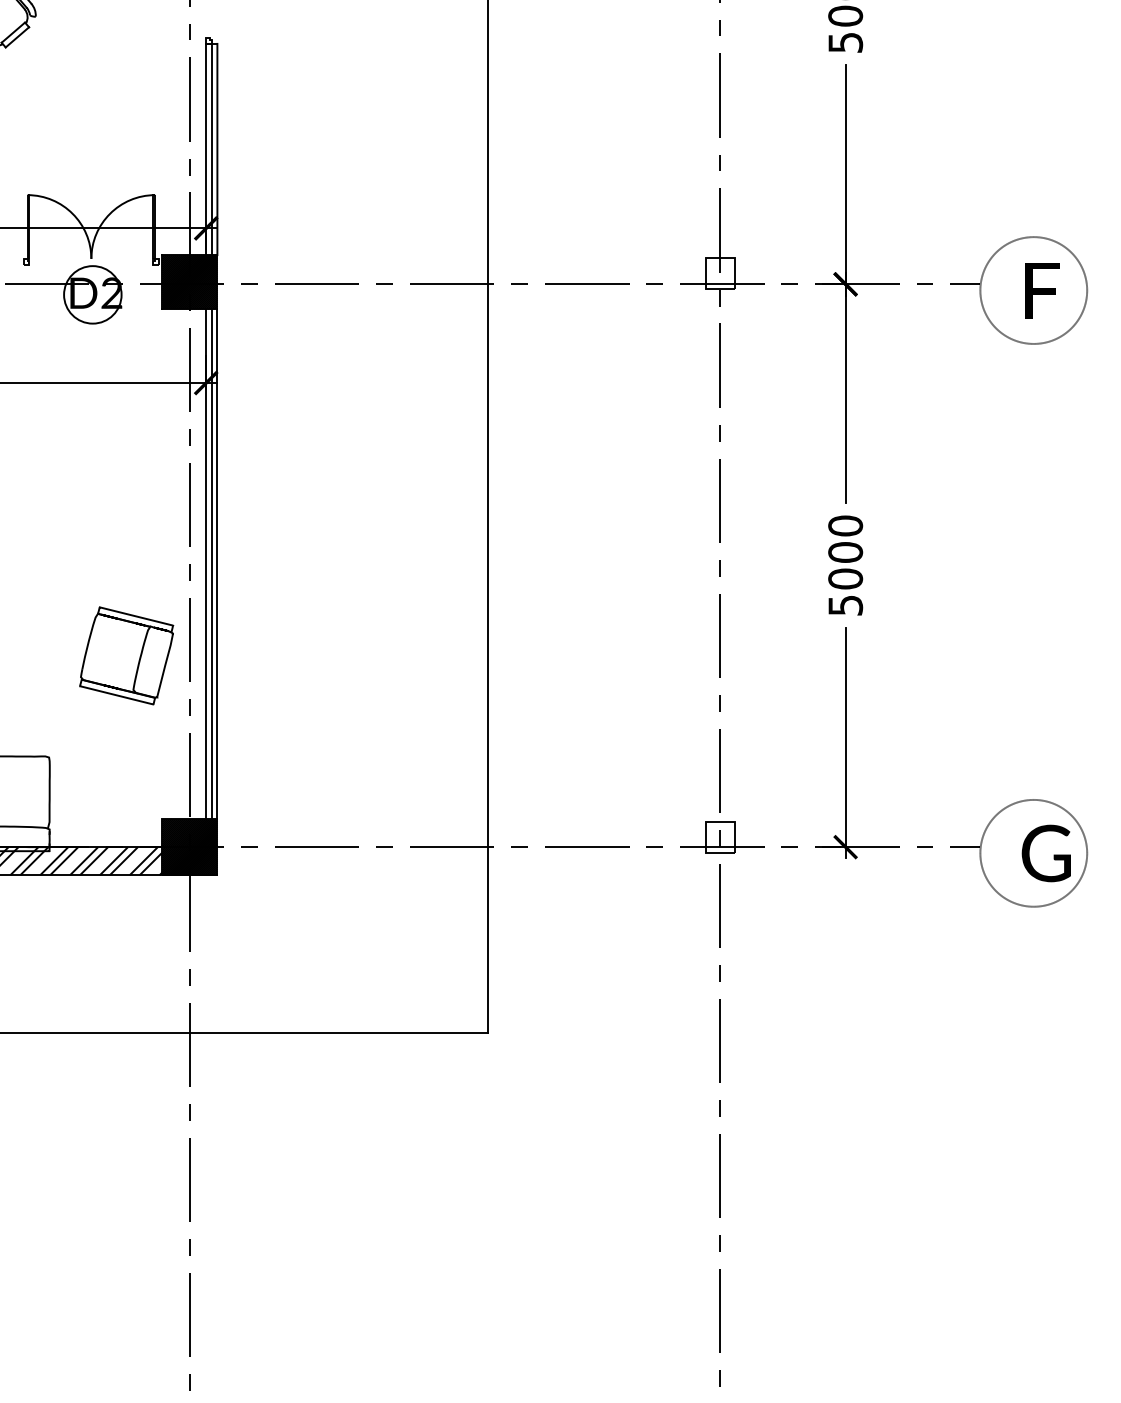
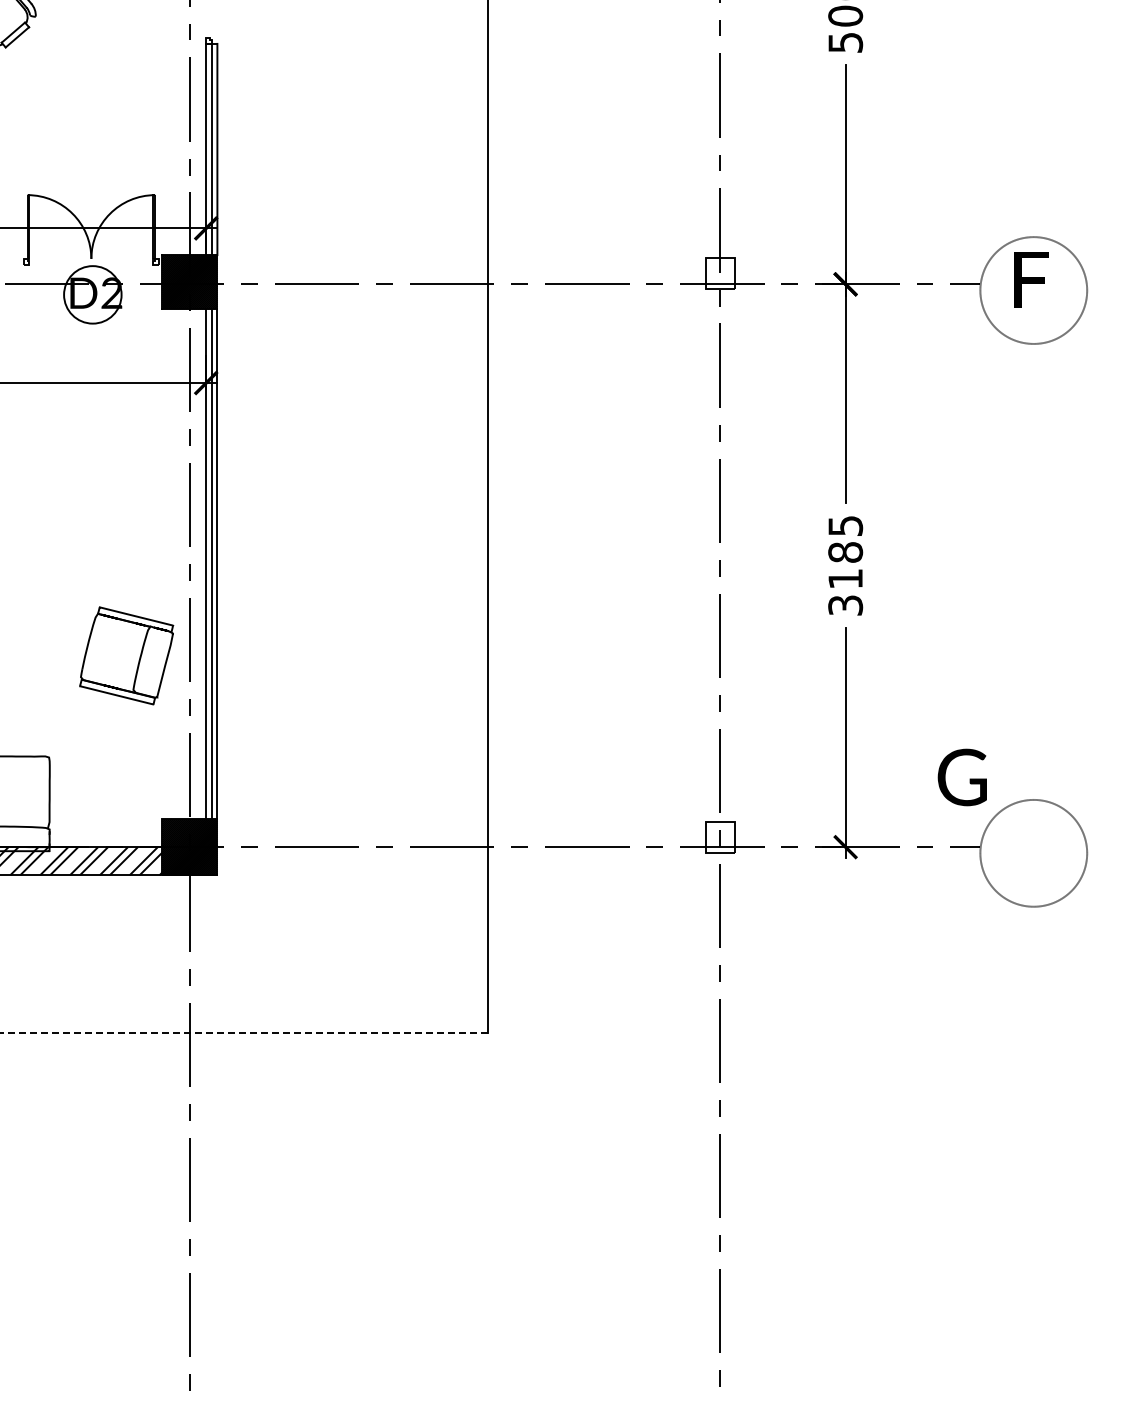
text at (1042, 290) position: (1042, 290) -> (1031, 279)
text at (845, 564): 5000 -> 3185
text at (1045, 853) position: (1045, 853) -> (961, 777)
line at (244, 1032): solid -> dashed
